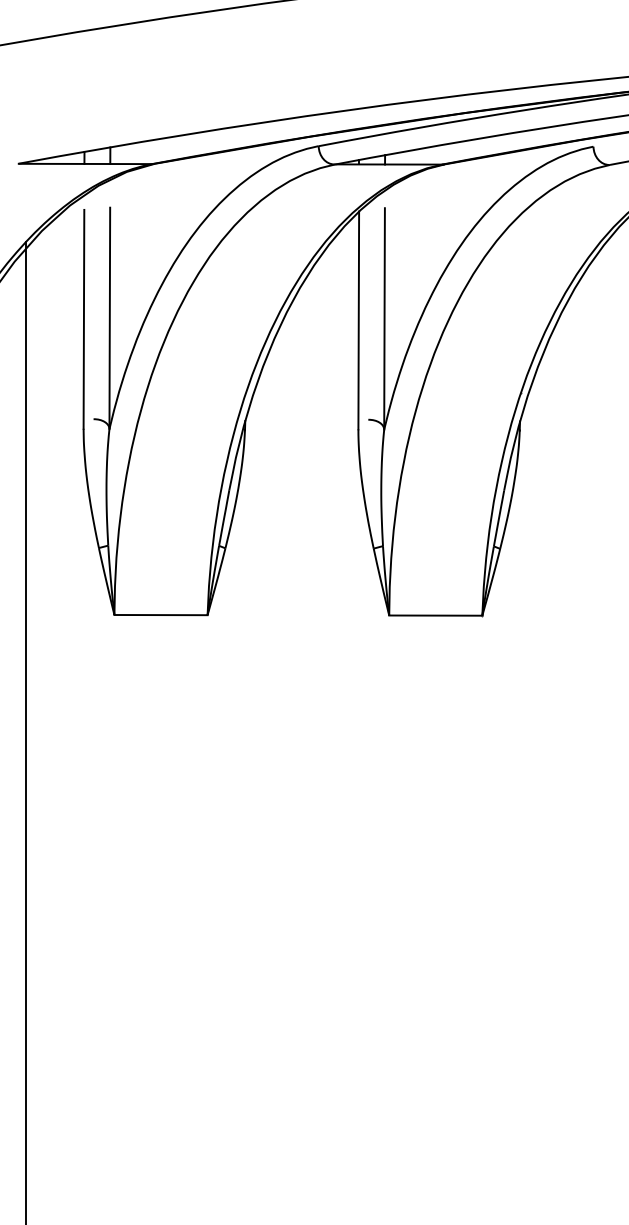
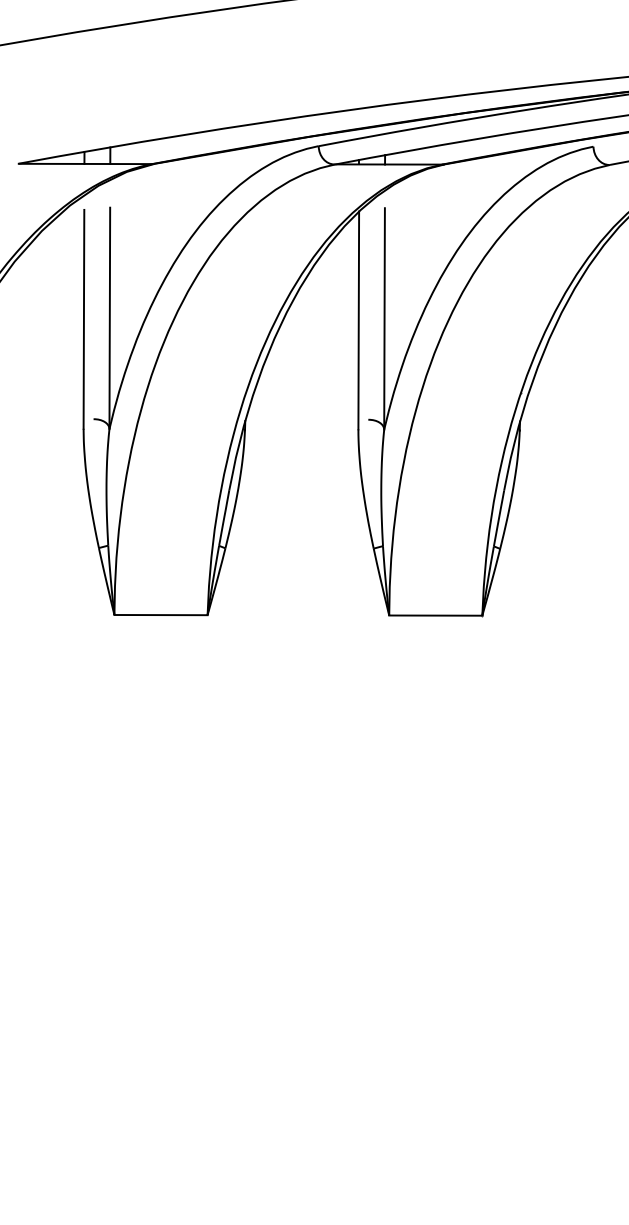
line at (26, 731): present -> none
